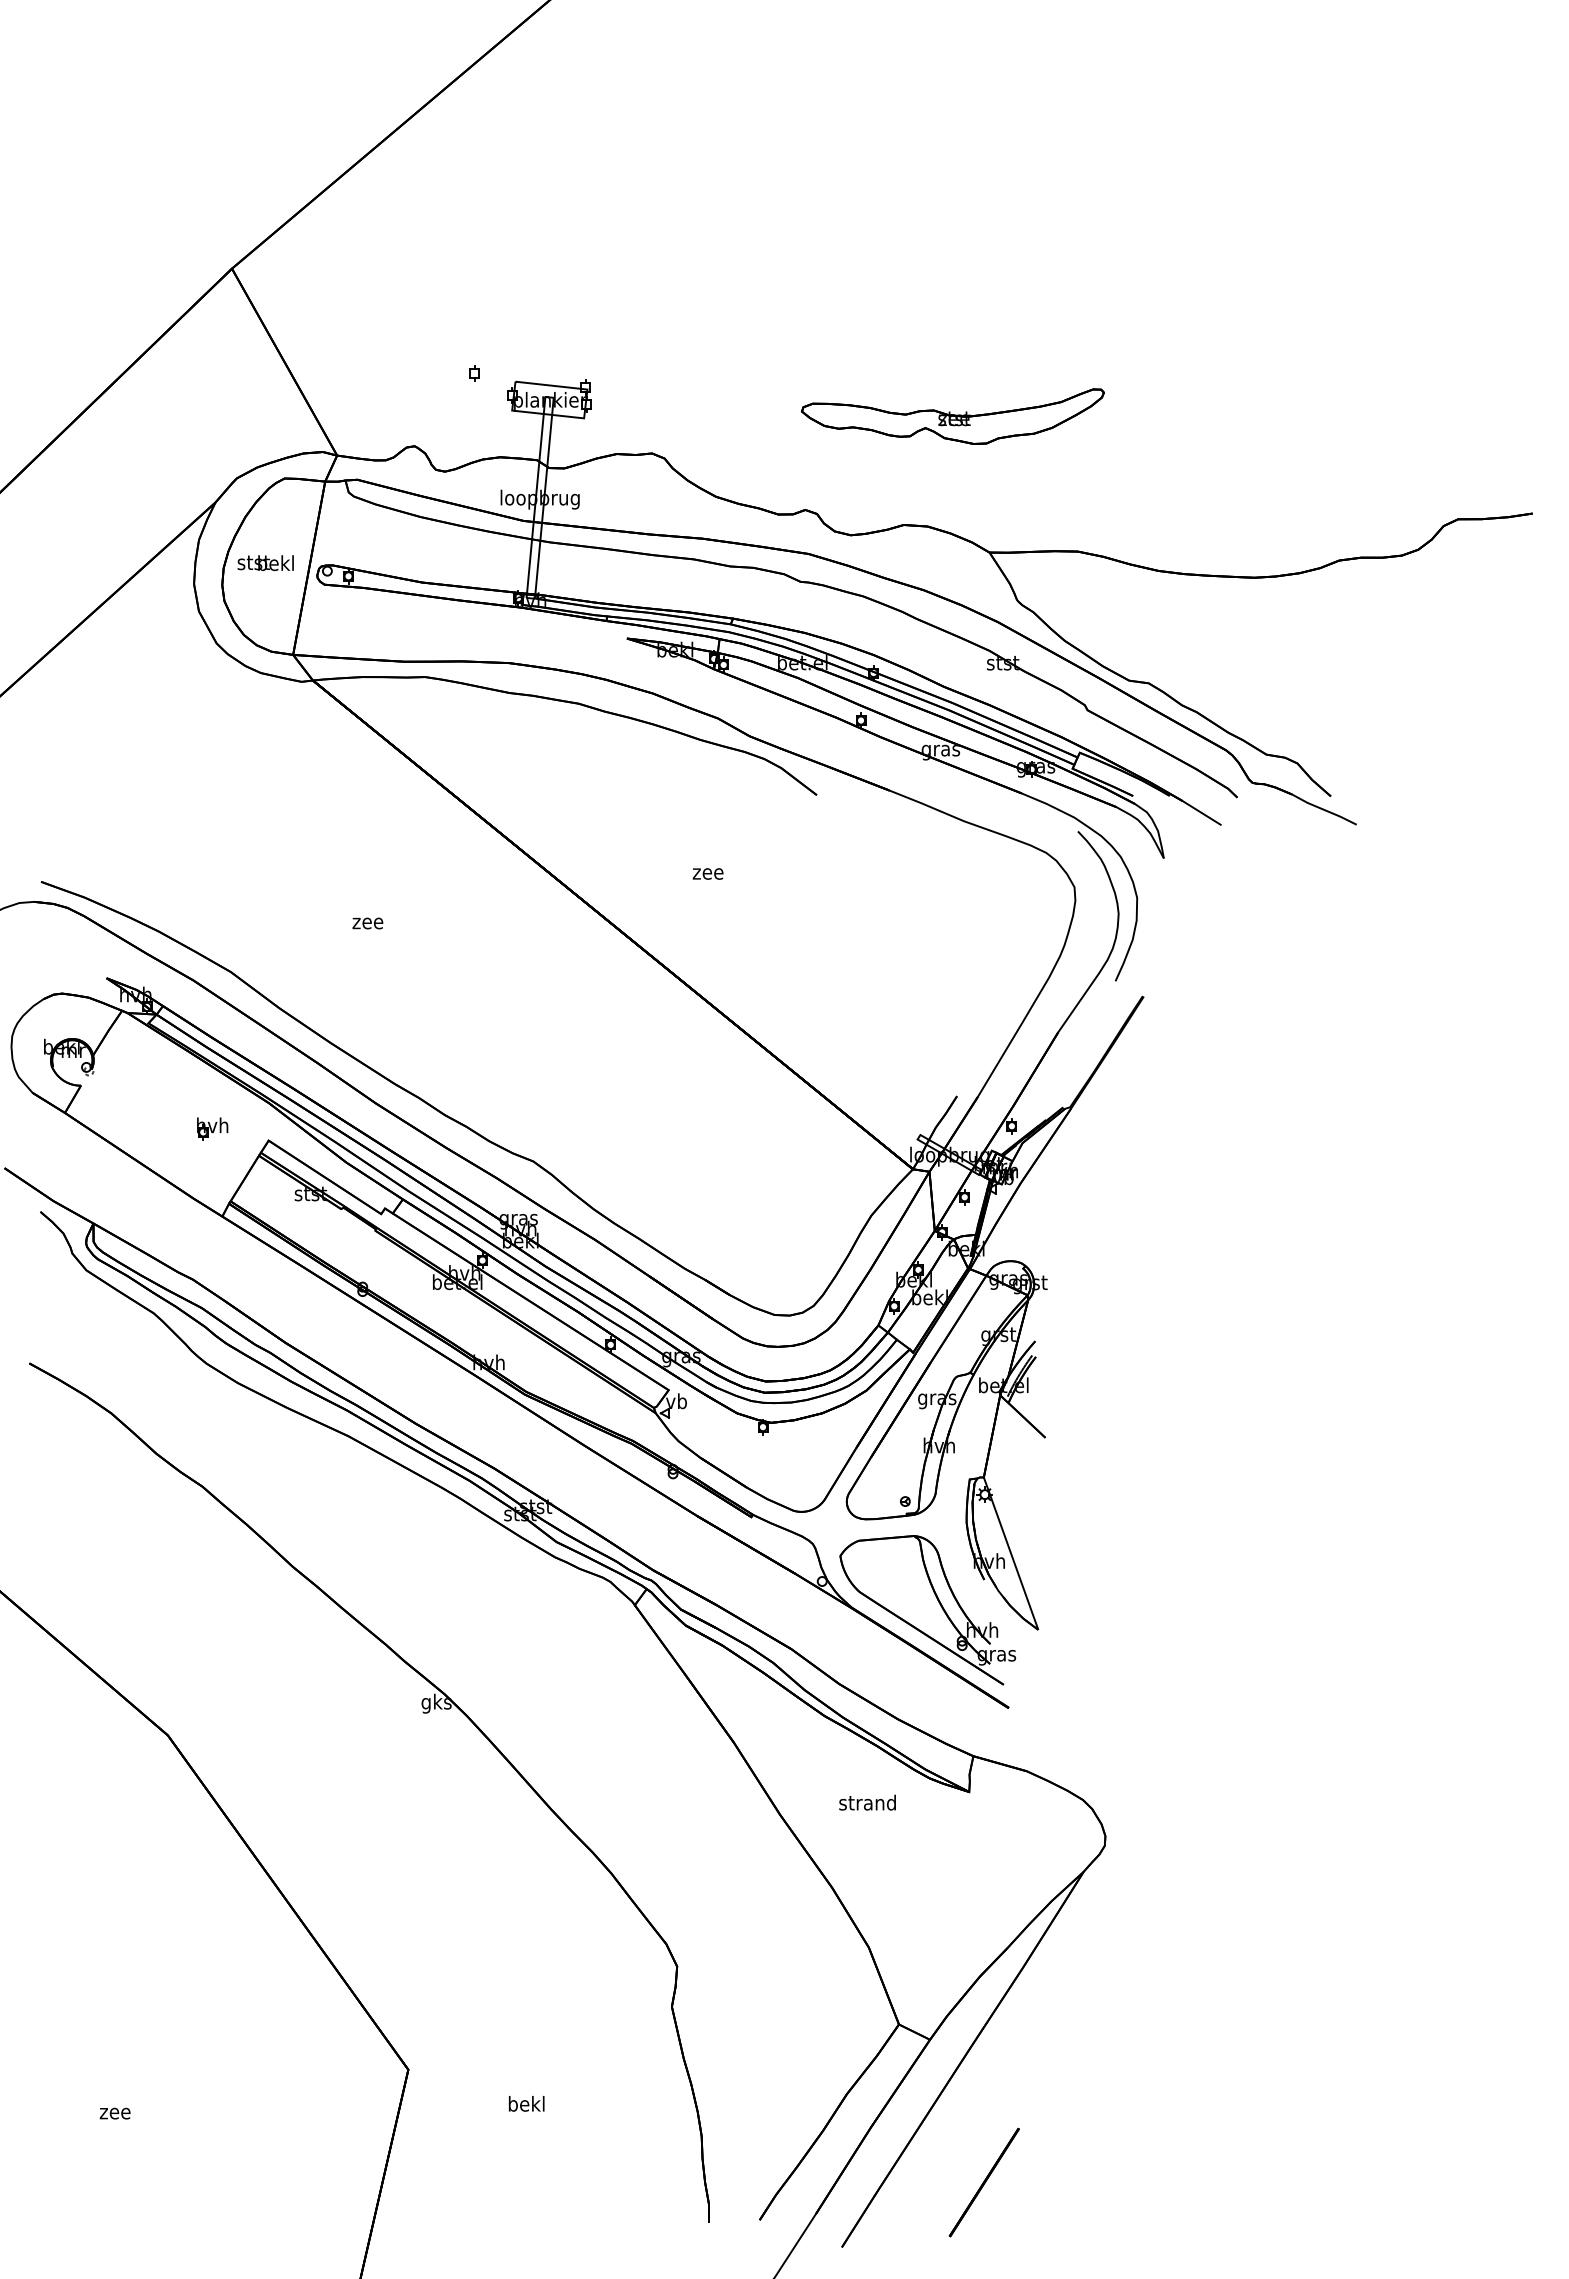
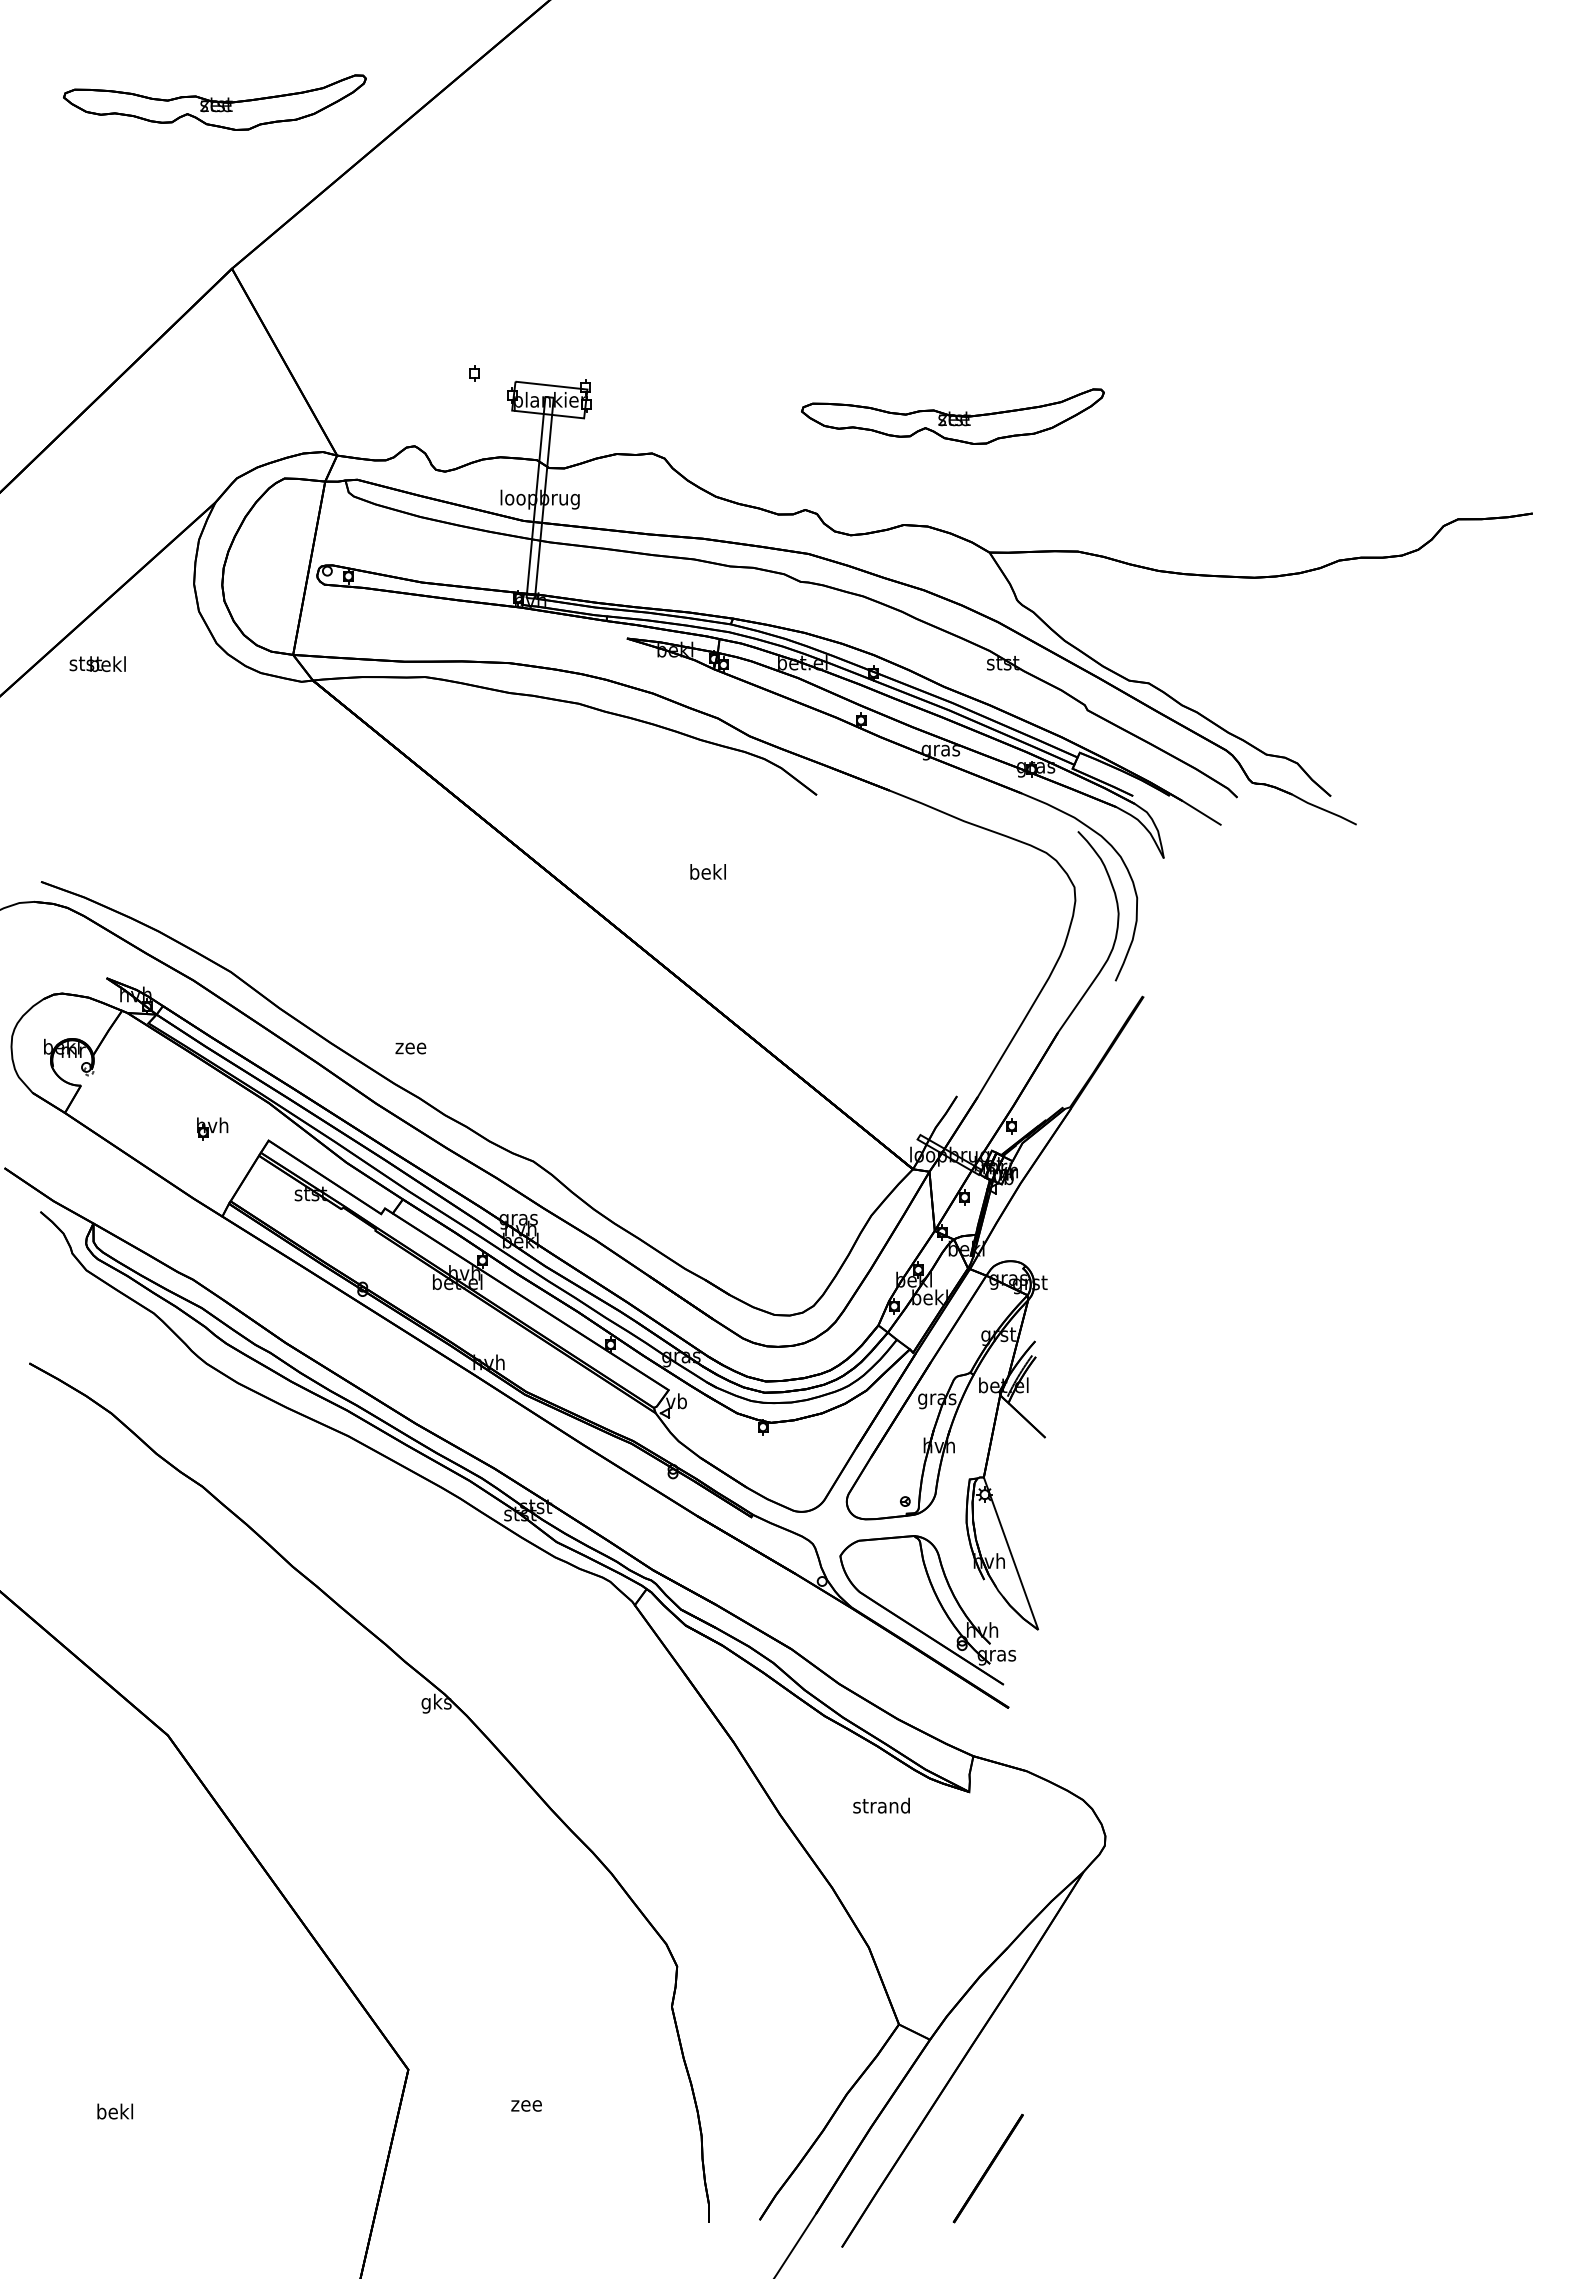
part at (214, 102): none -> present
text at (265, 563) position: (265, 563) -> (97, 664)
text at (707, 871): zee -> bekl
text at (367, 923) position: (367, 923) -> (410, 1048)
text at (867, 1802) position: (867, 1802) -> (881, 1805)
text at (526, 2103): bekl -> zee
text at (115, 2111): zee -> bekl
line at (983, 2182) position: (983, 2182) -> (987, 2168)
